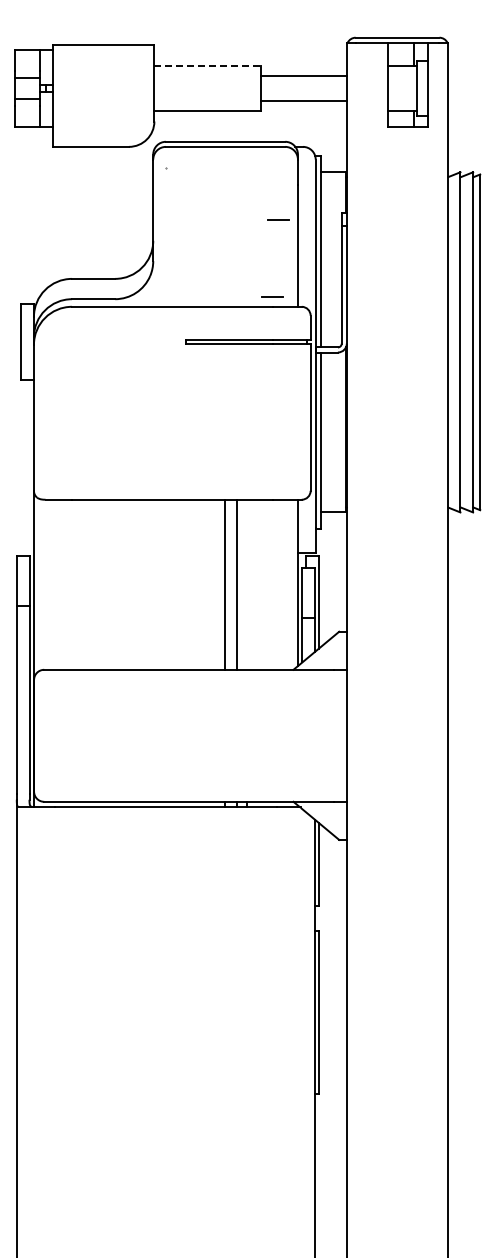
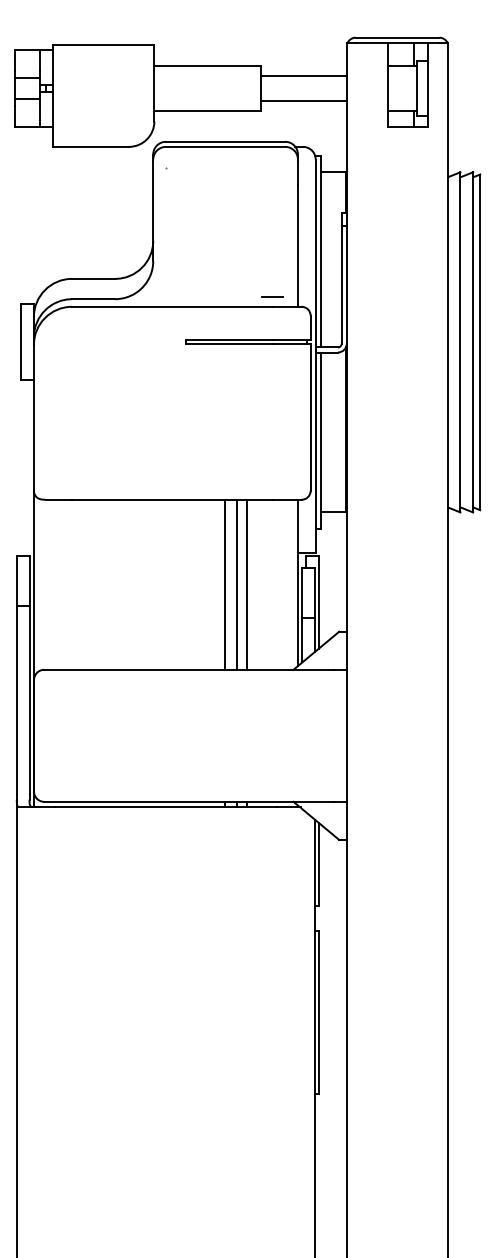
line at (208, 65): dashed -> solid
line at (278, 219): present -> none
line at (247, 584): none -> present
